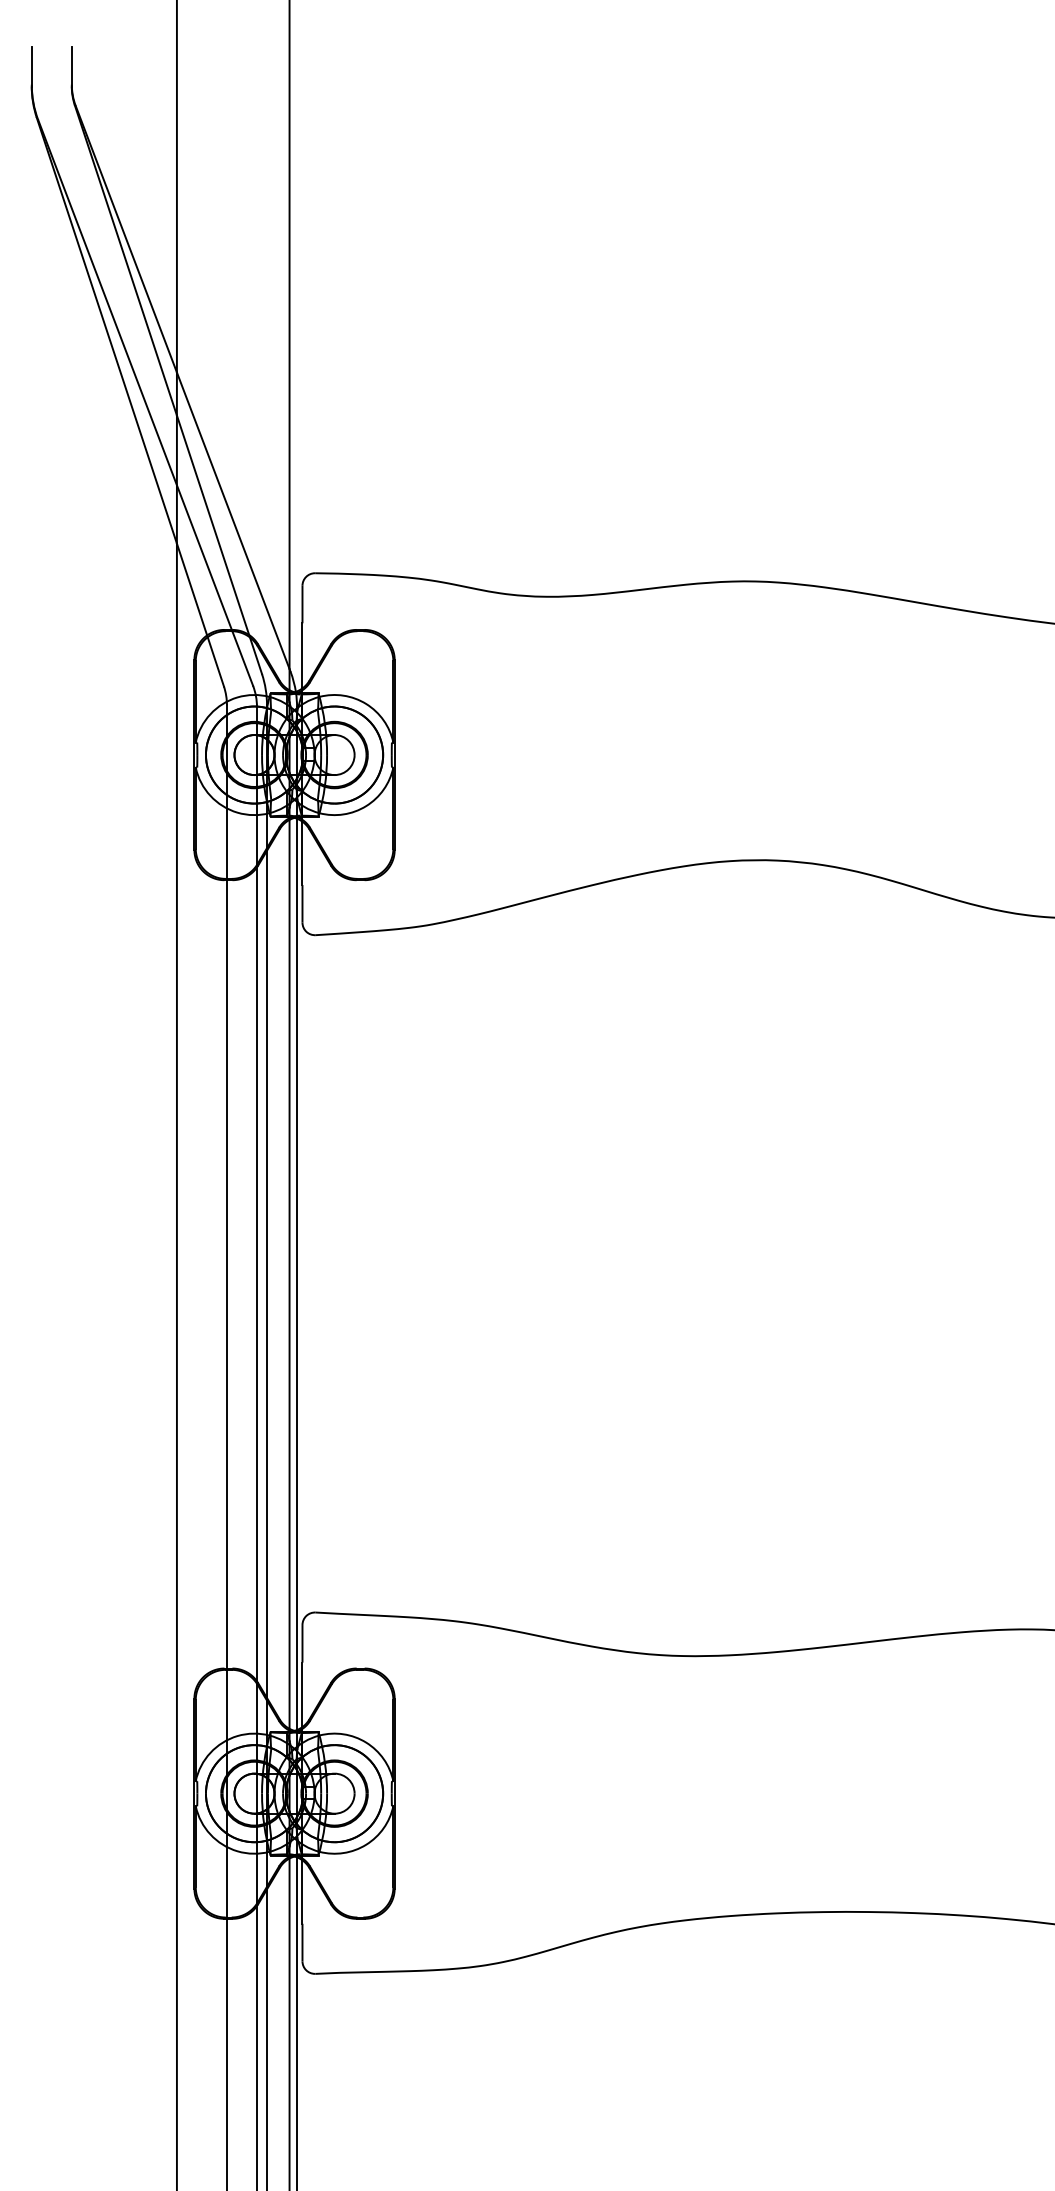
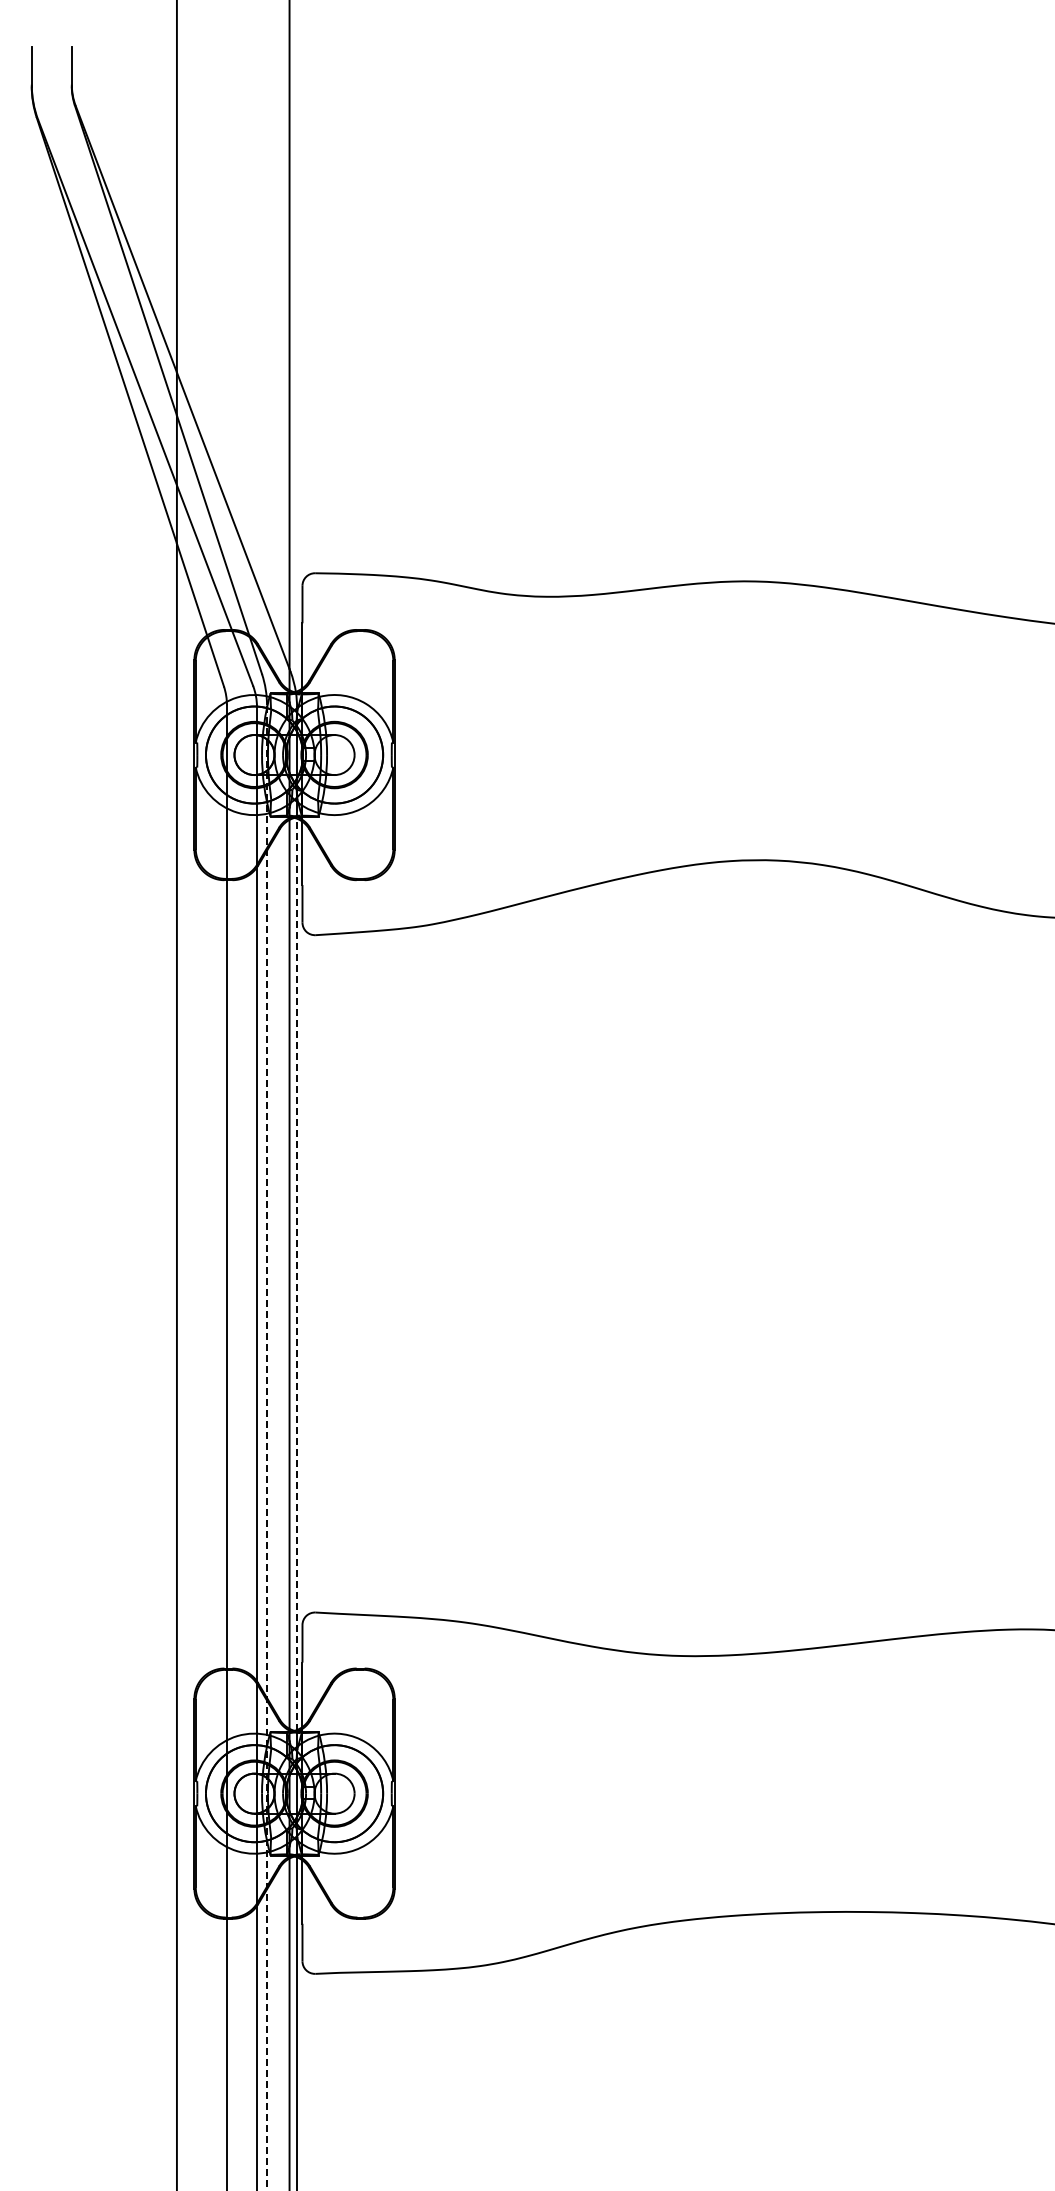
line at (297, 1273): solid -> dashed
line at (267, 1447): solid -> dashed
